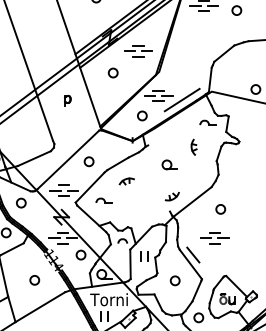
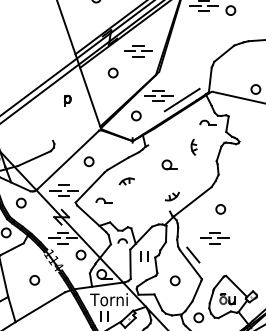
circle at (236, 10) position: (236, 10) -> (230, 10)
line at (29, 71): present -> none
circle at (142, 115) position: (142, 115) -> (136, 115)
